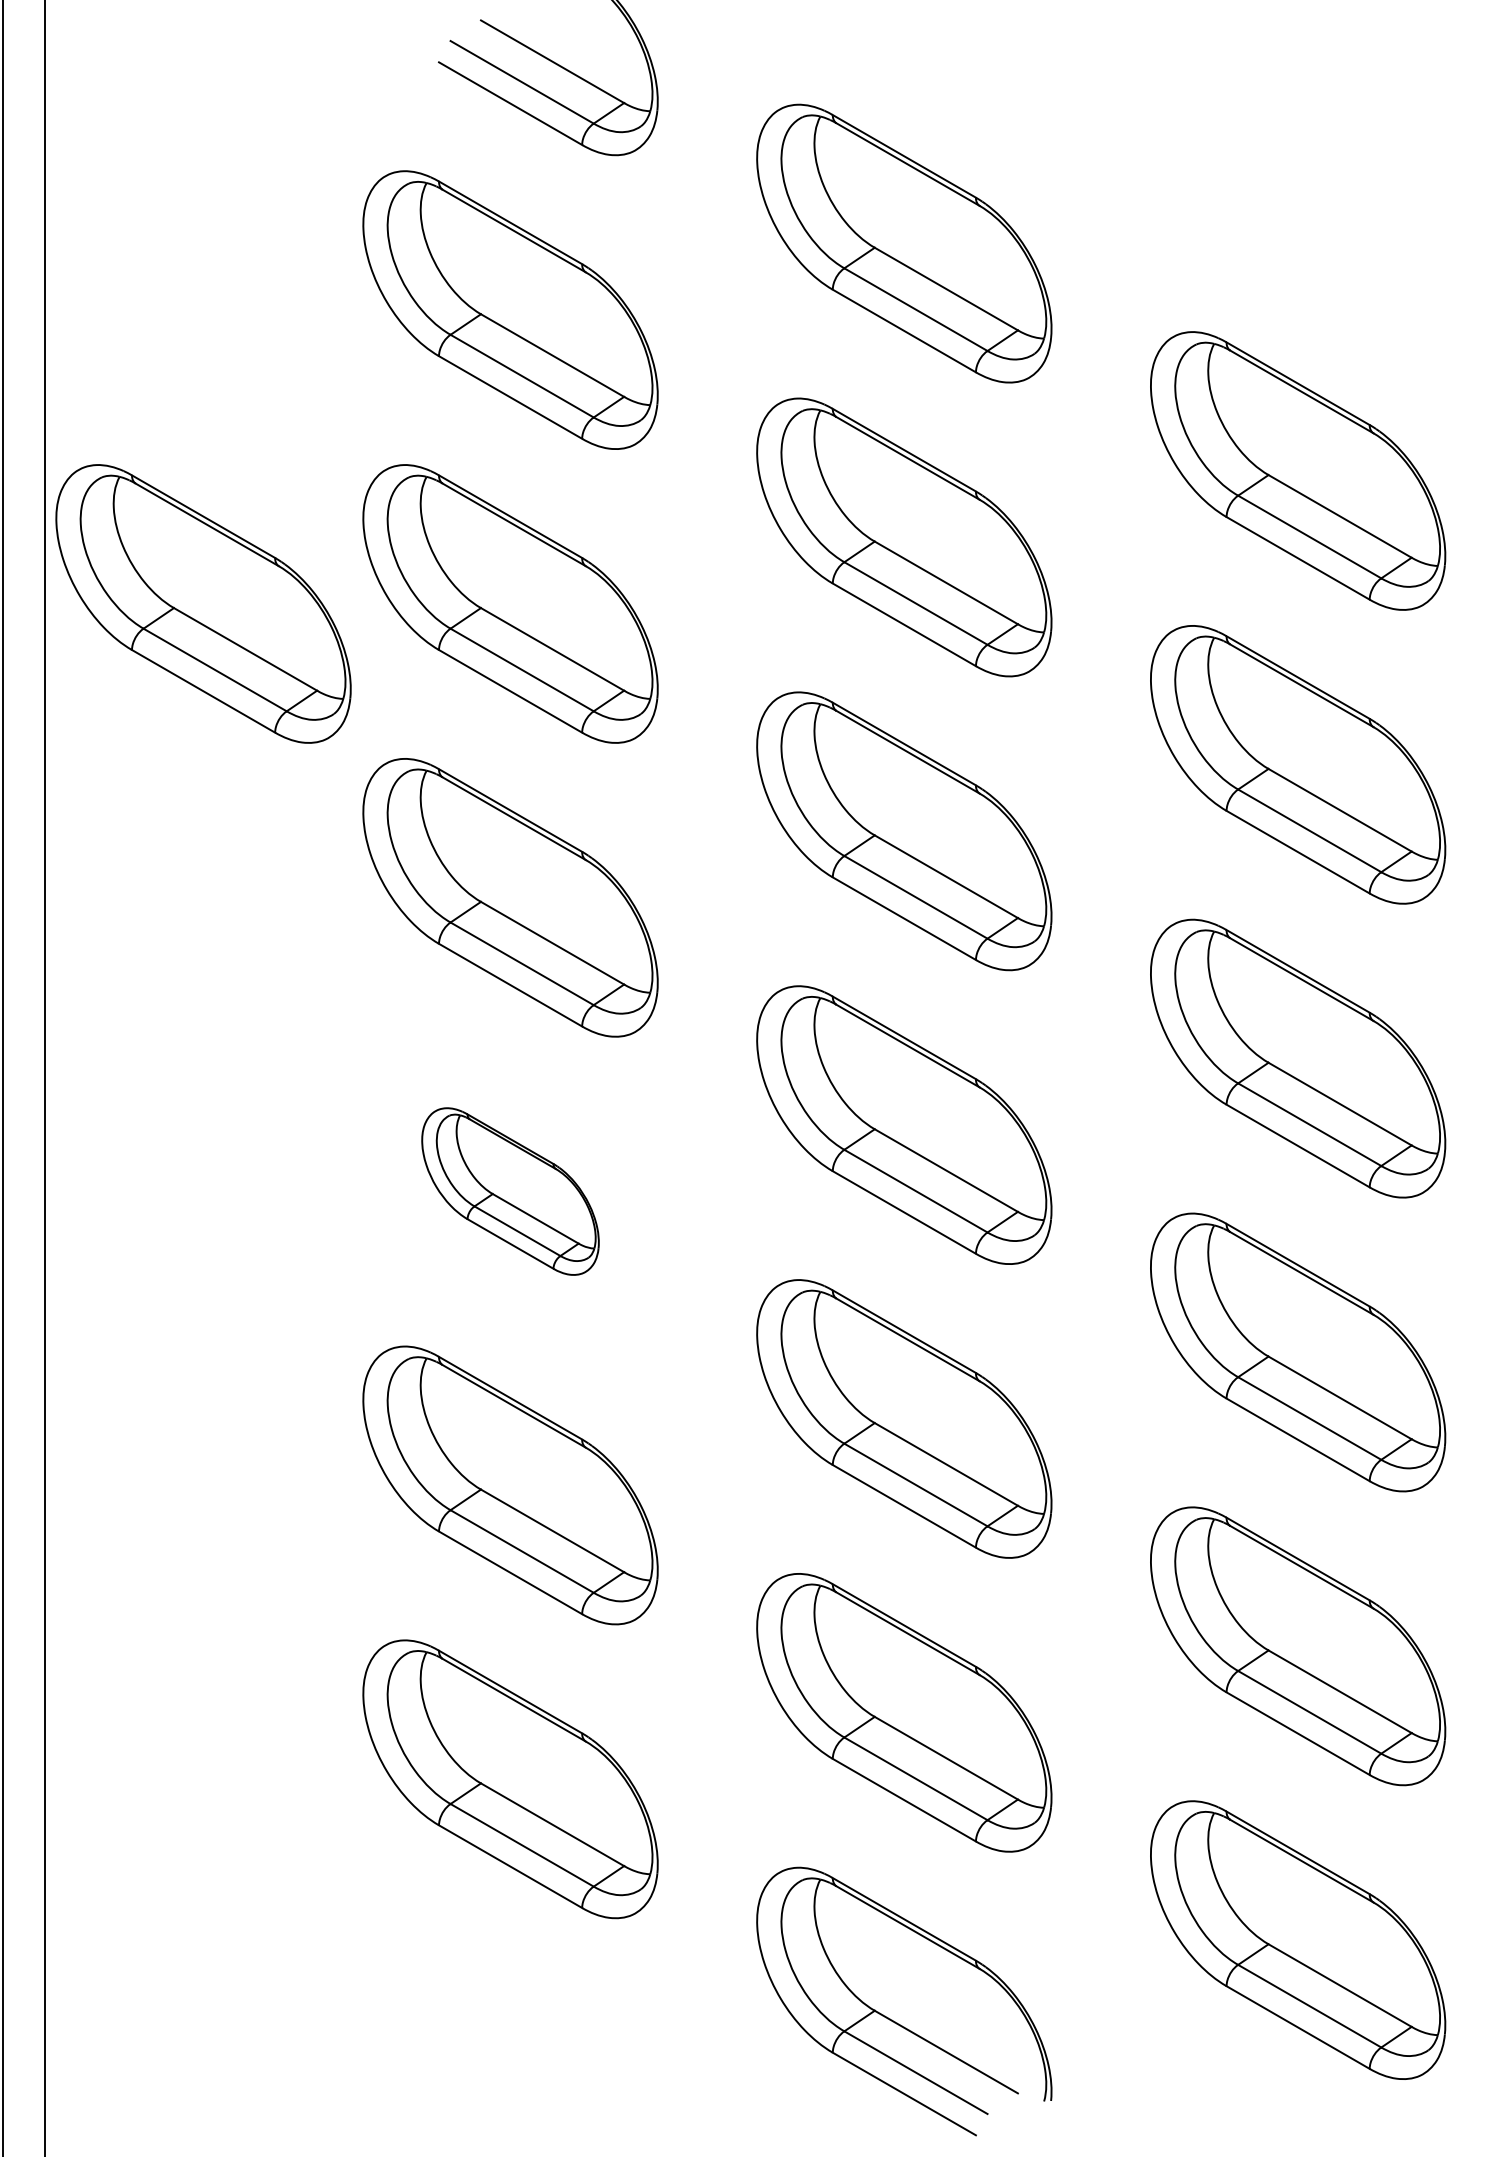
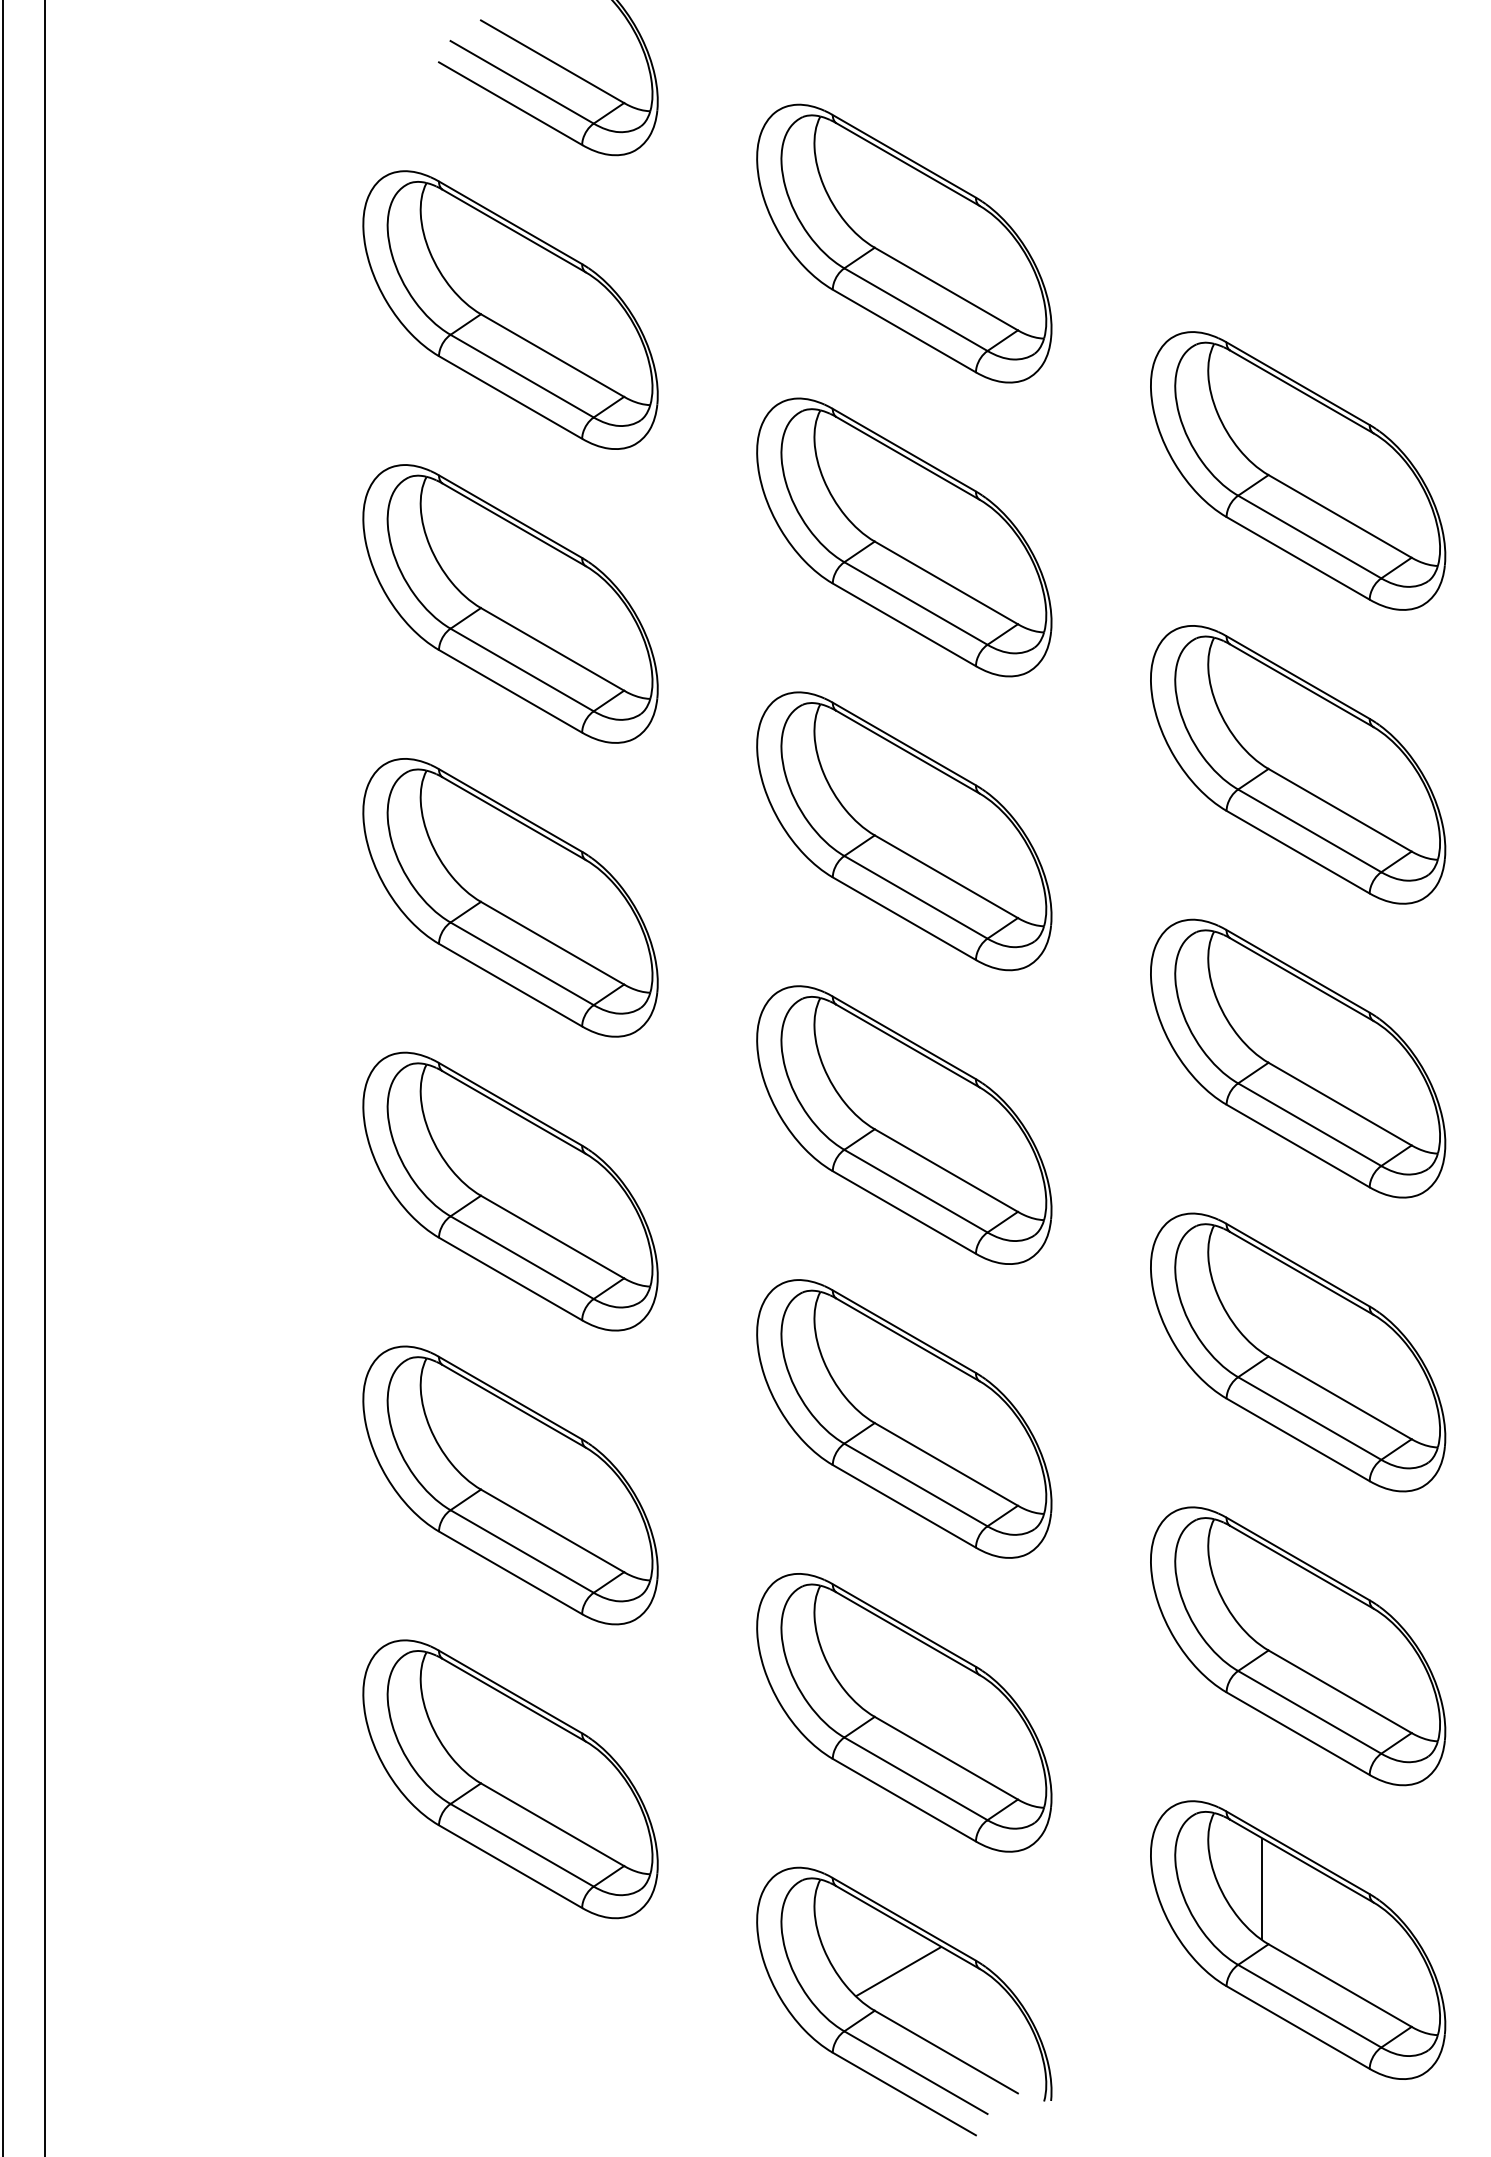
part at (203, 603): present -> none
part at (510, 1191) size: 179x169 px -> 297x281 px
line at (1261, 1888): none -> present
line at (898, 1971): none -> present
